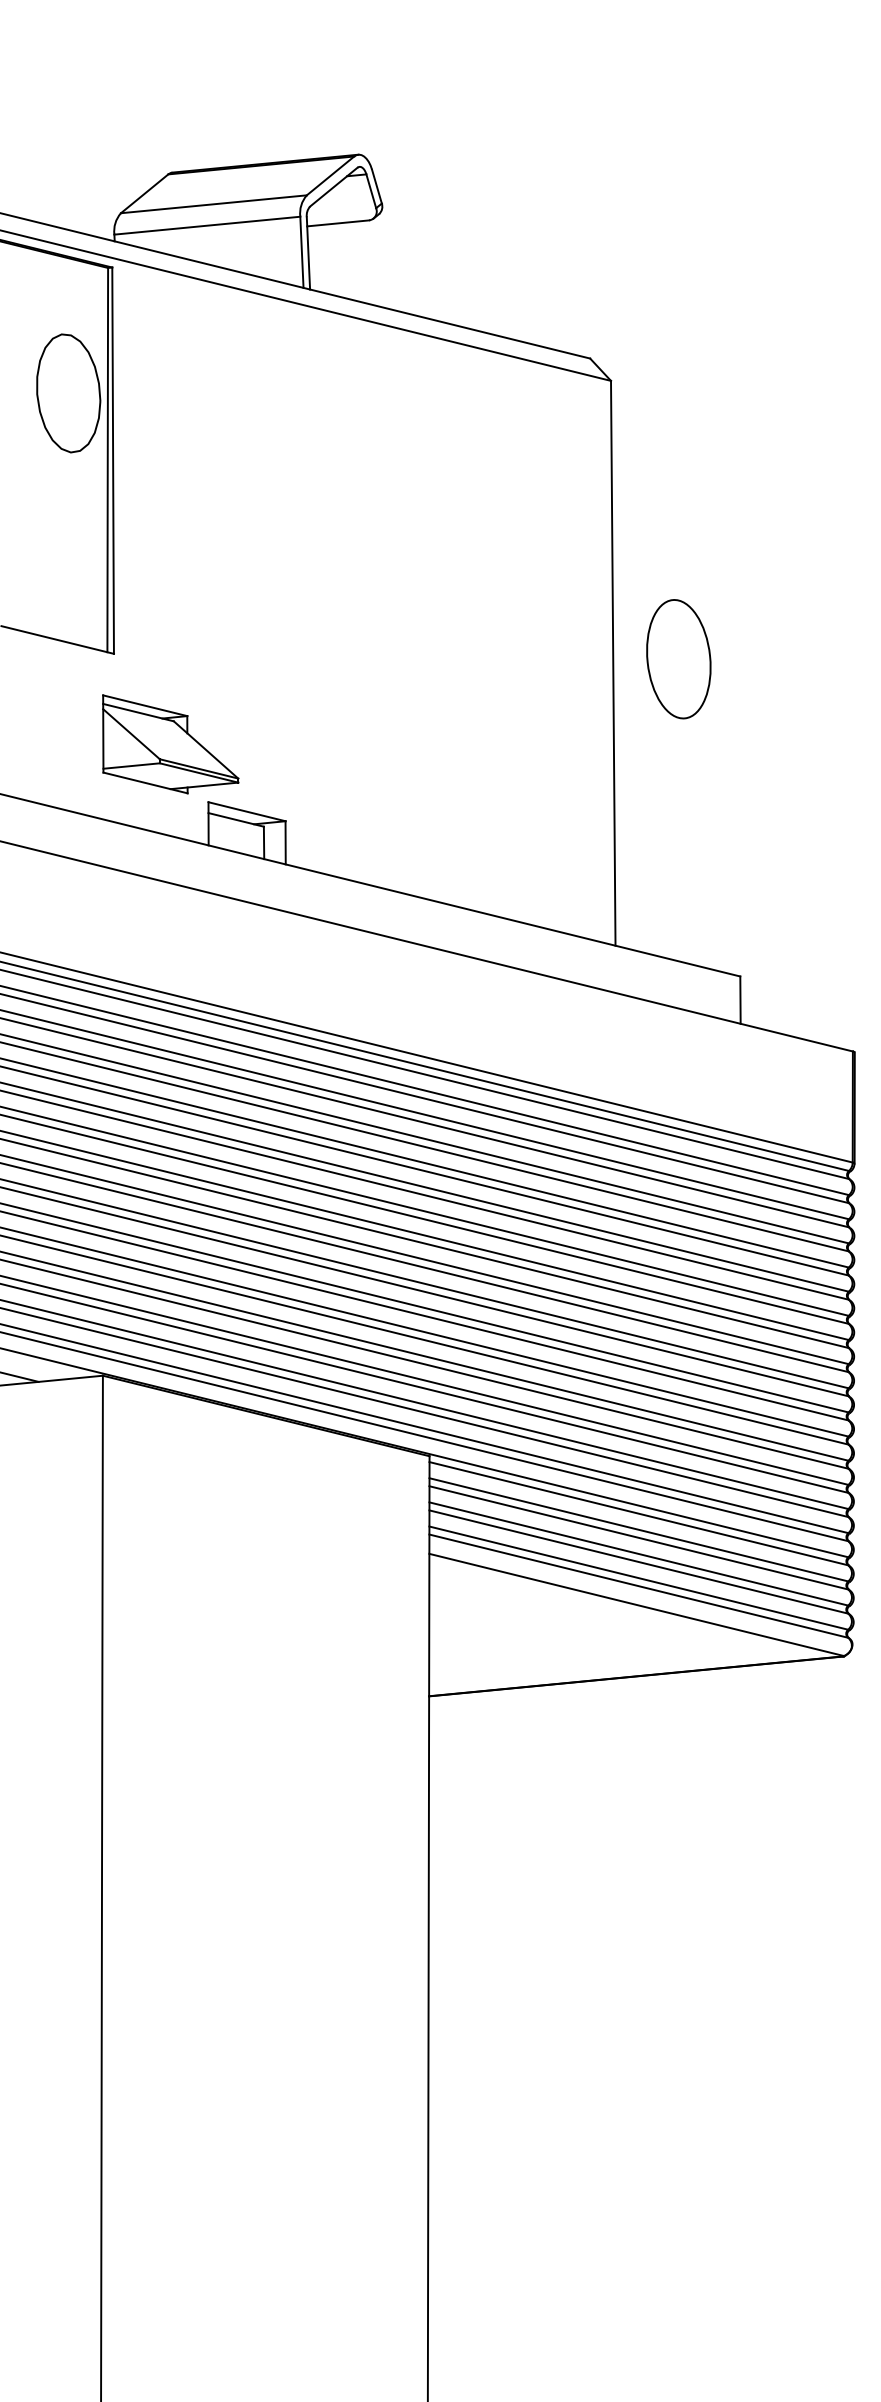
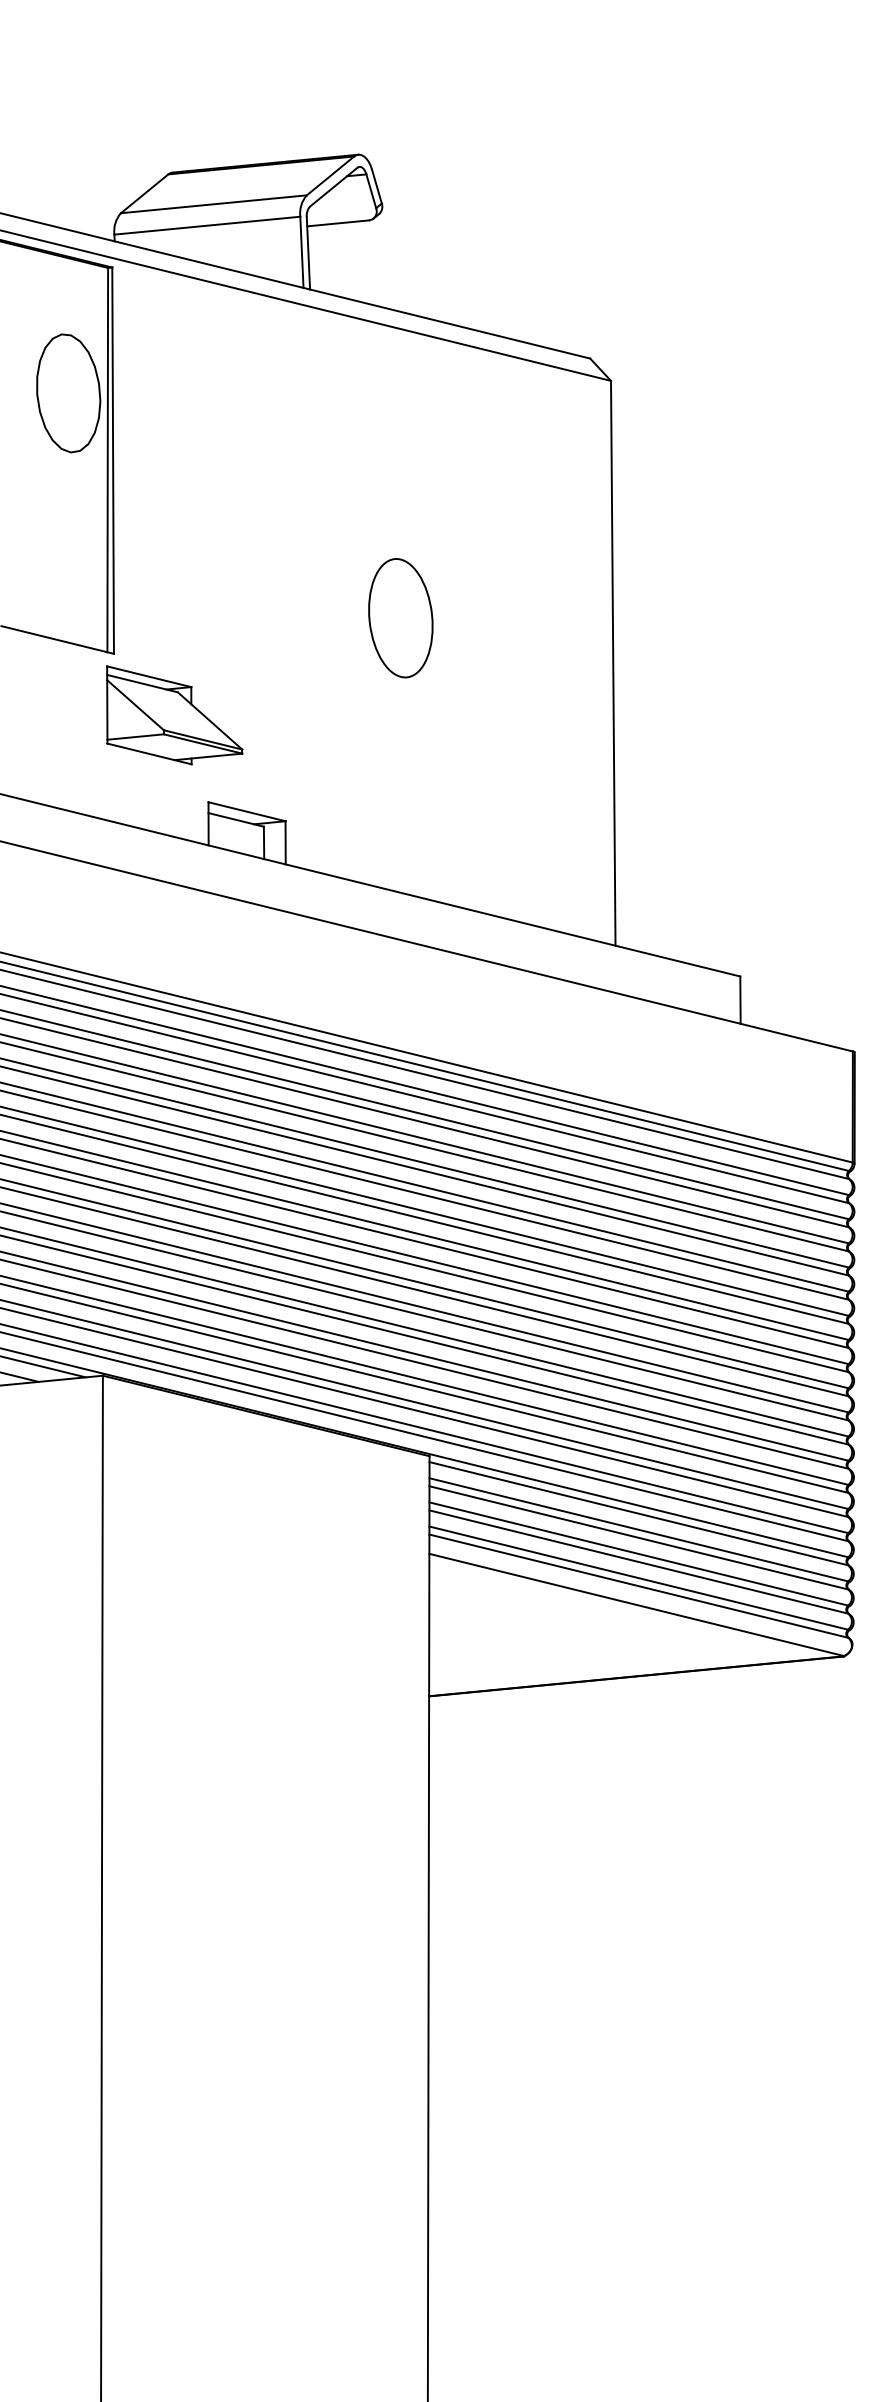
part at (678, 659) position: (678, 659) -> (400, 618)
part at (170, 744) position: (170, 744) -> (174, 715)
line at (43, 1366): none -> present
